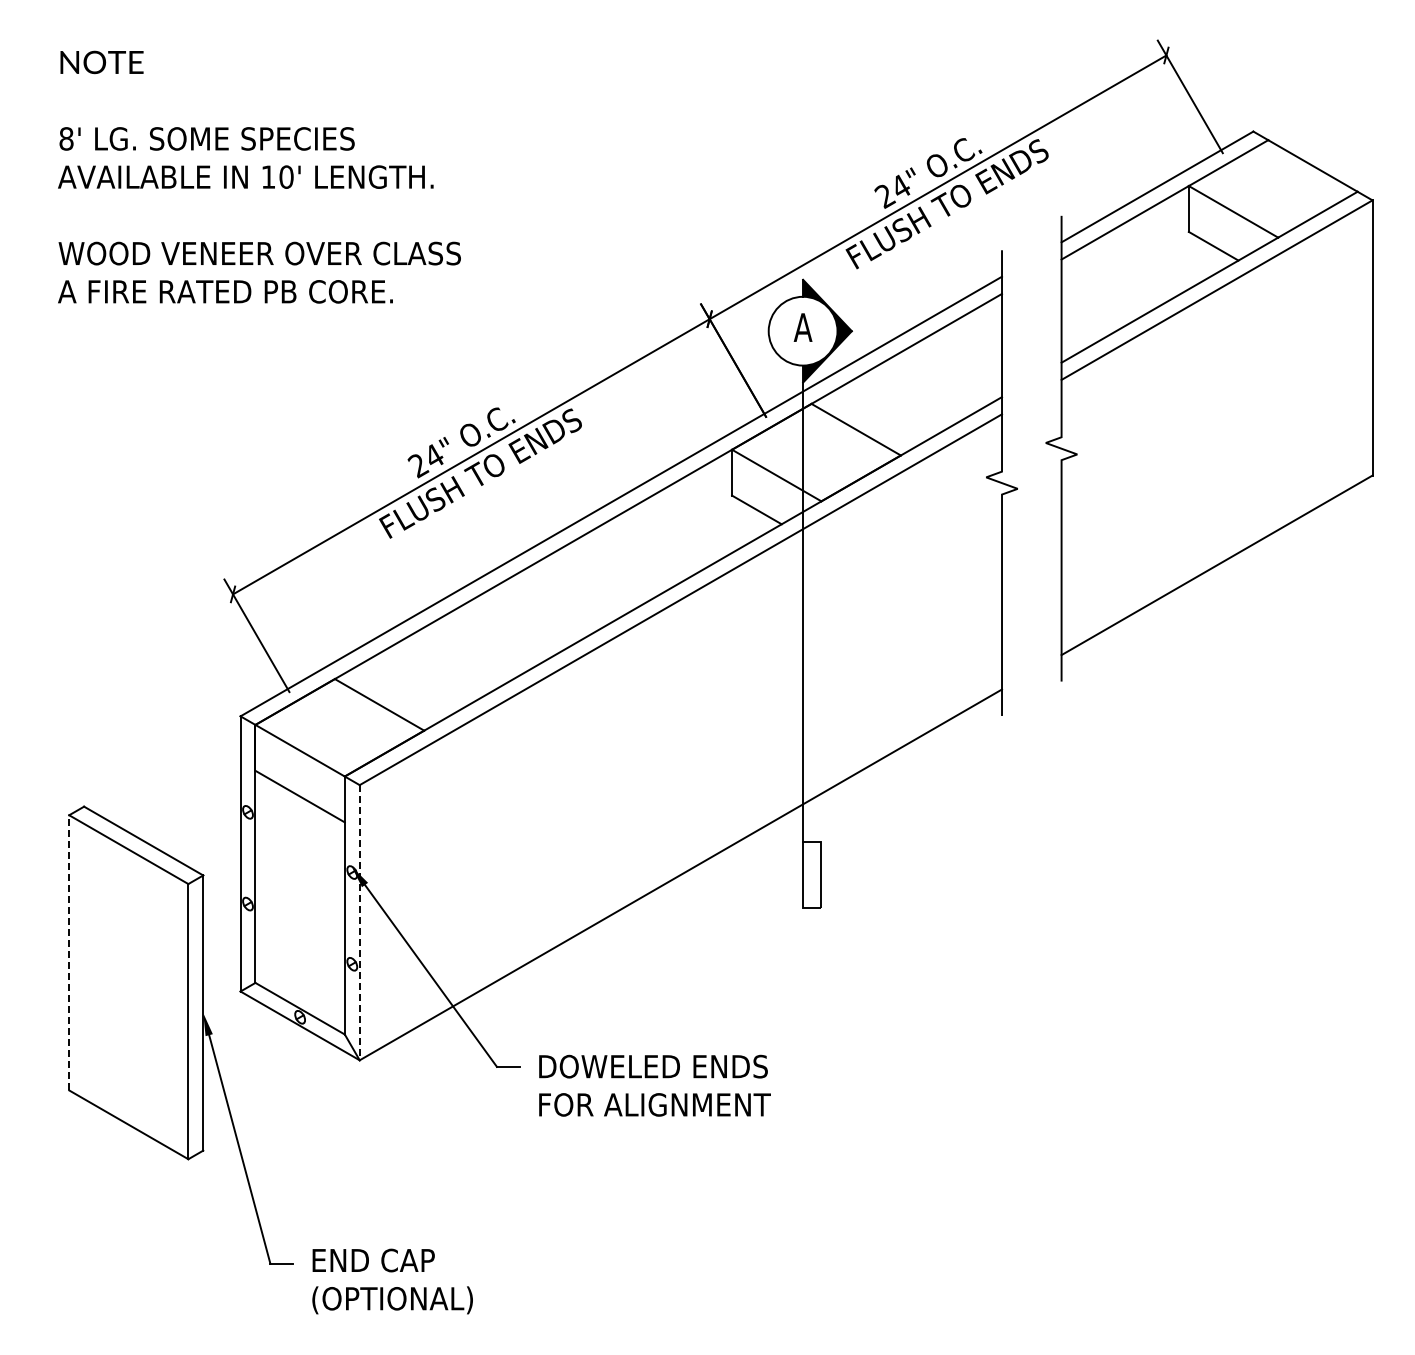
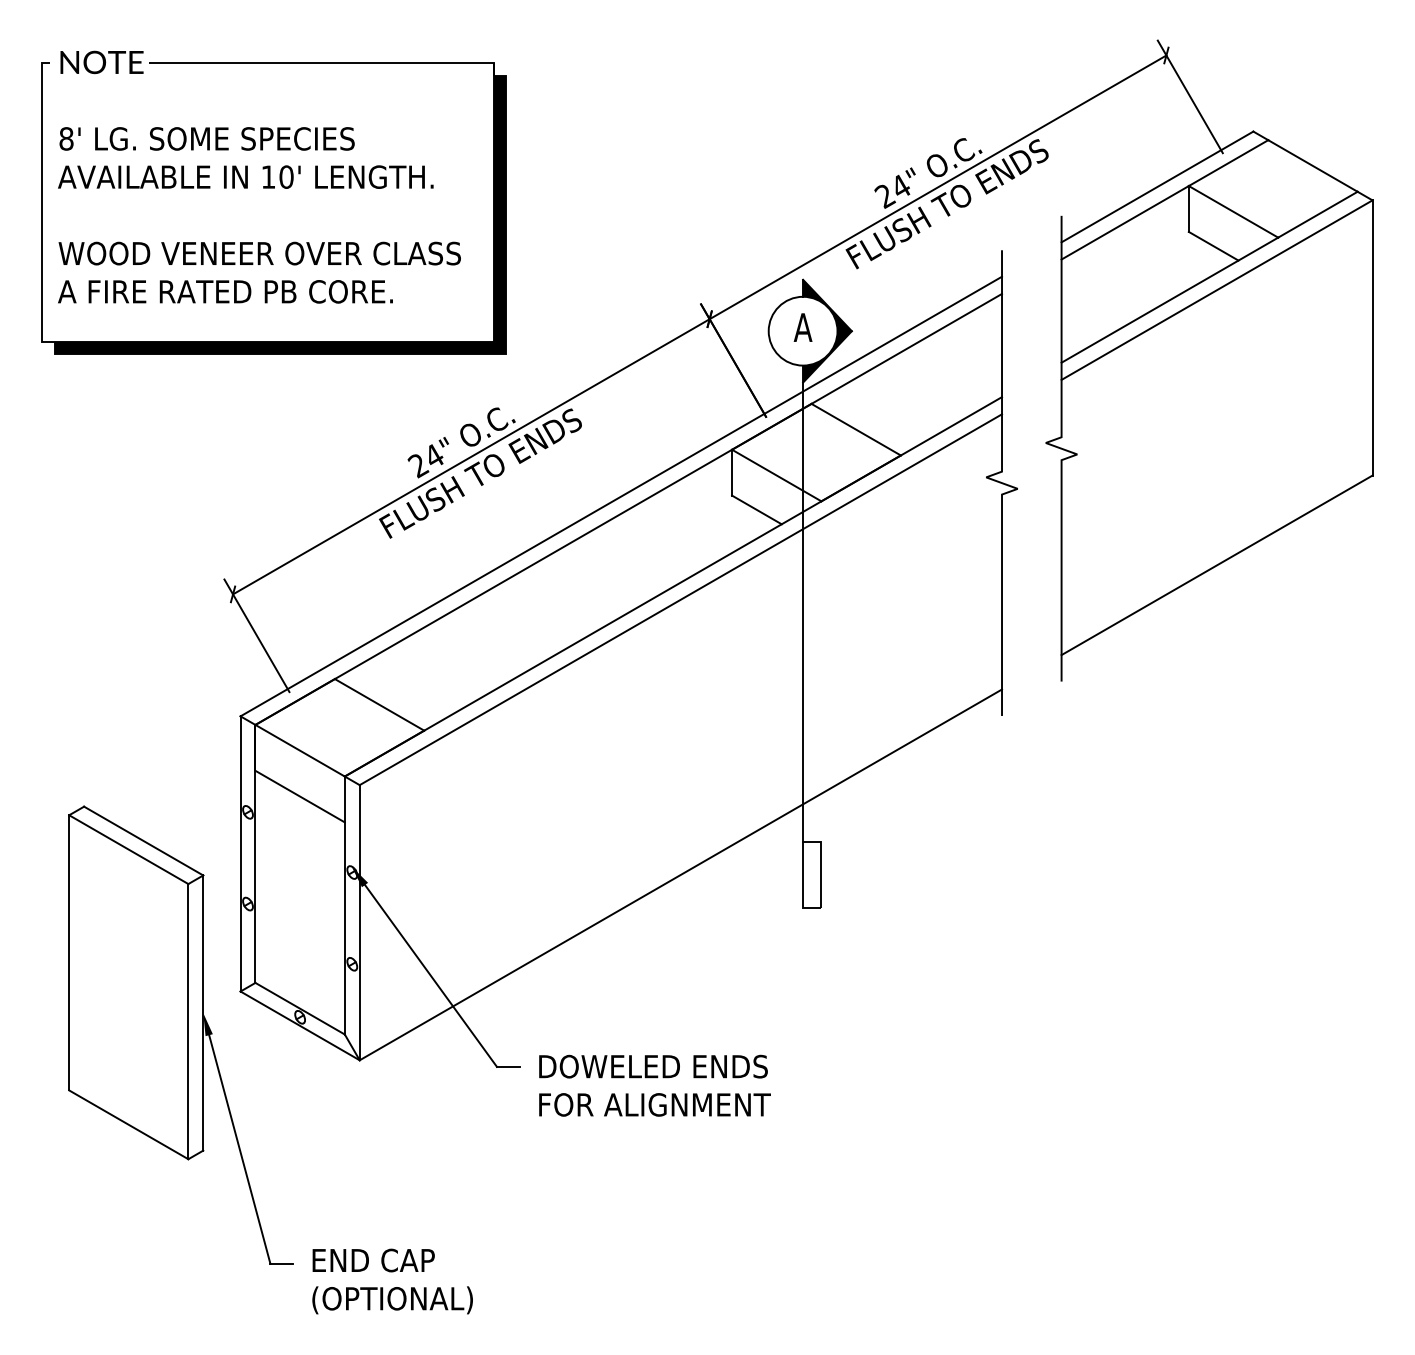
part at (273, 341): none -> present
line at (359, 922): dashed -> solid
line at (69, 952): dashed -> solid
